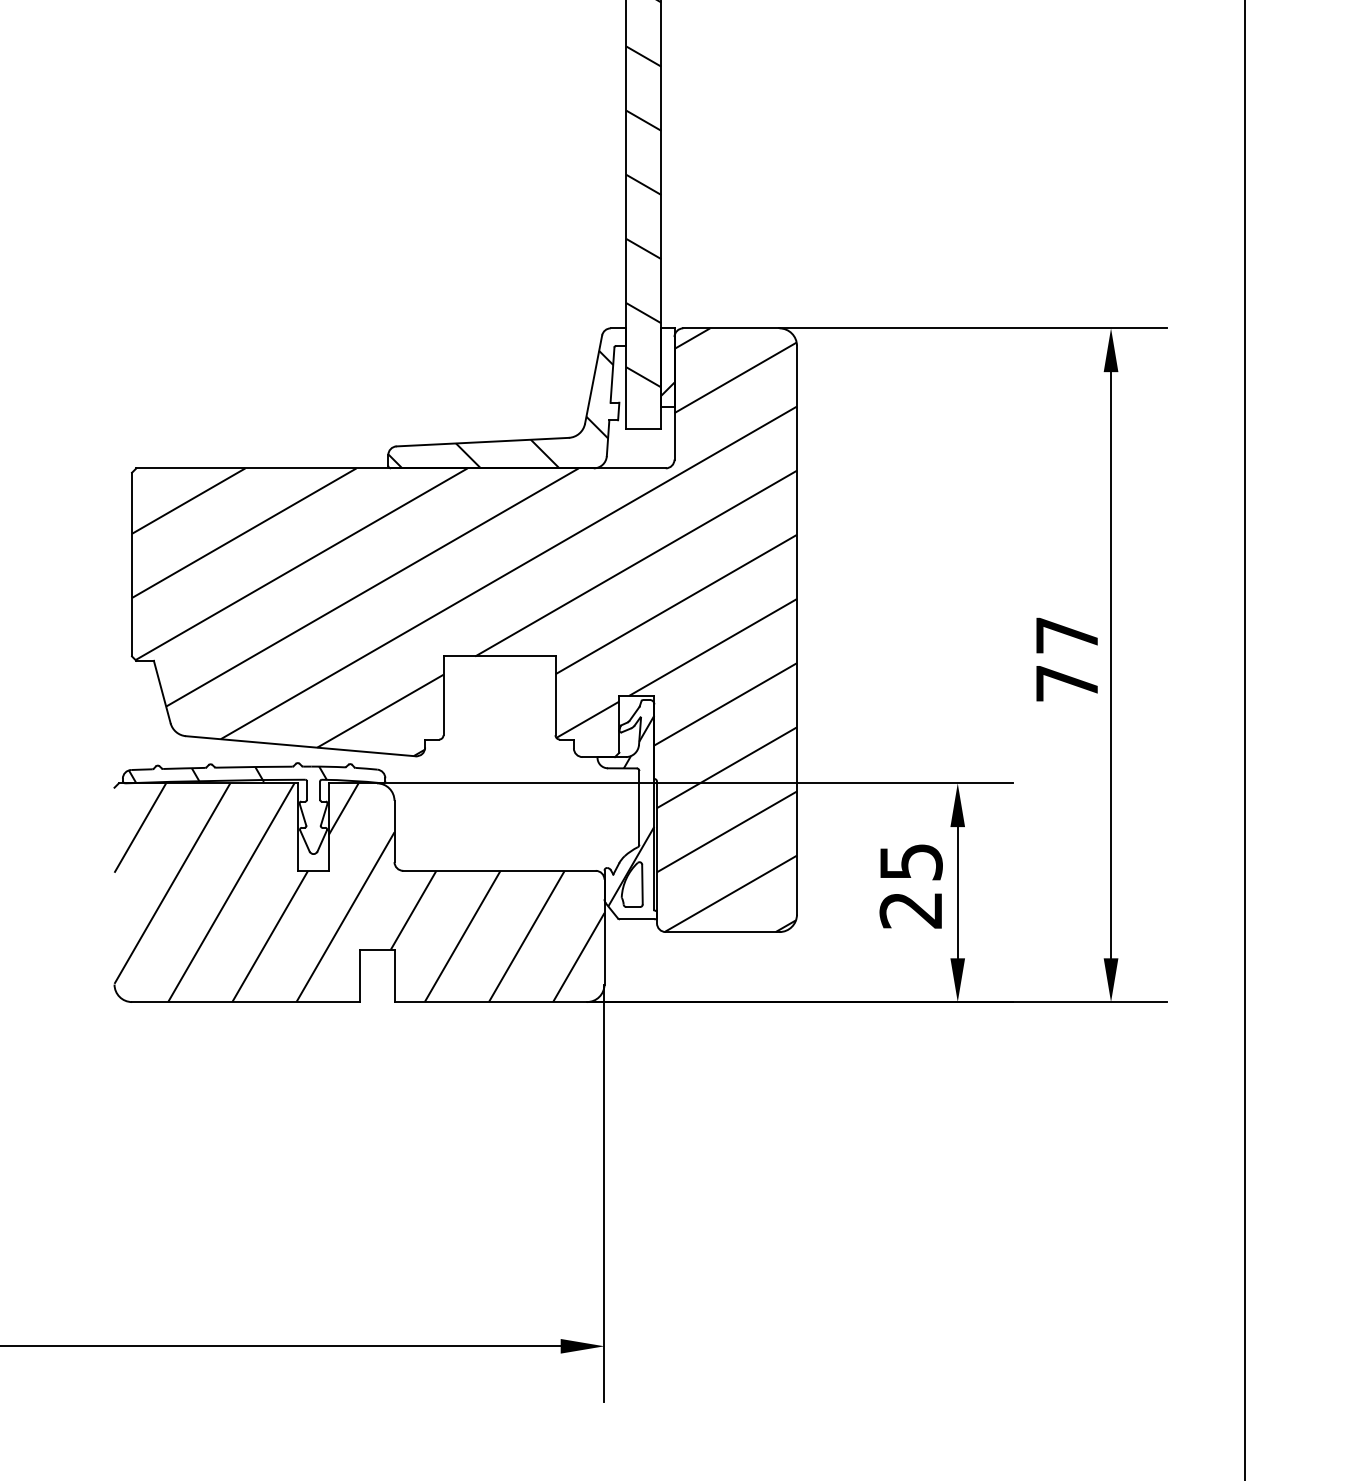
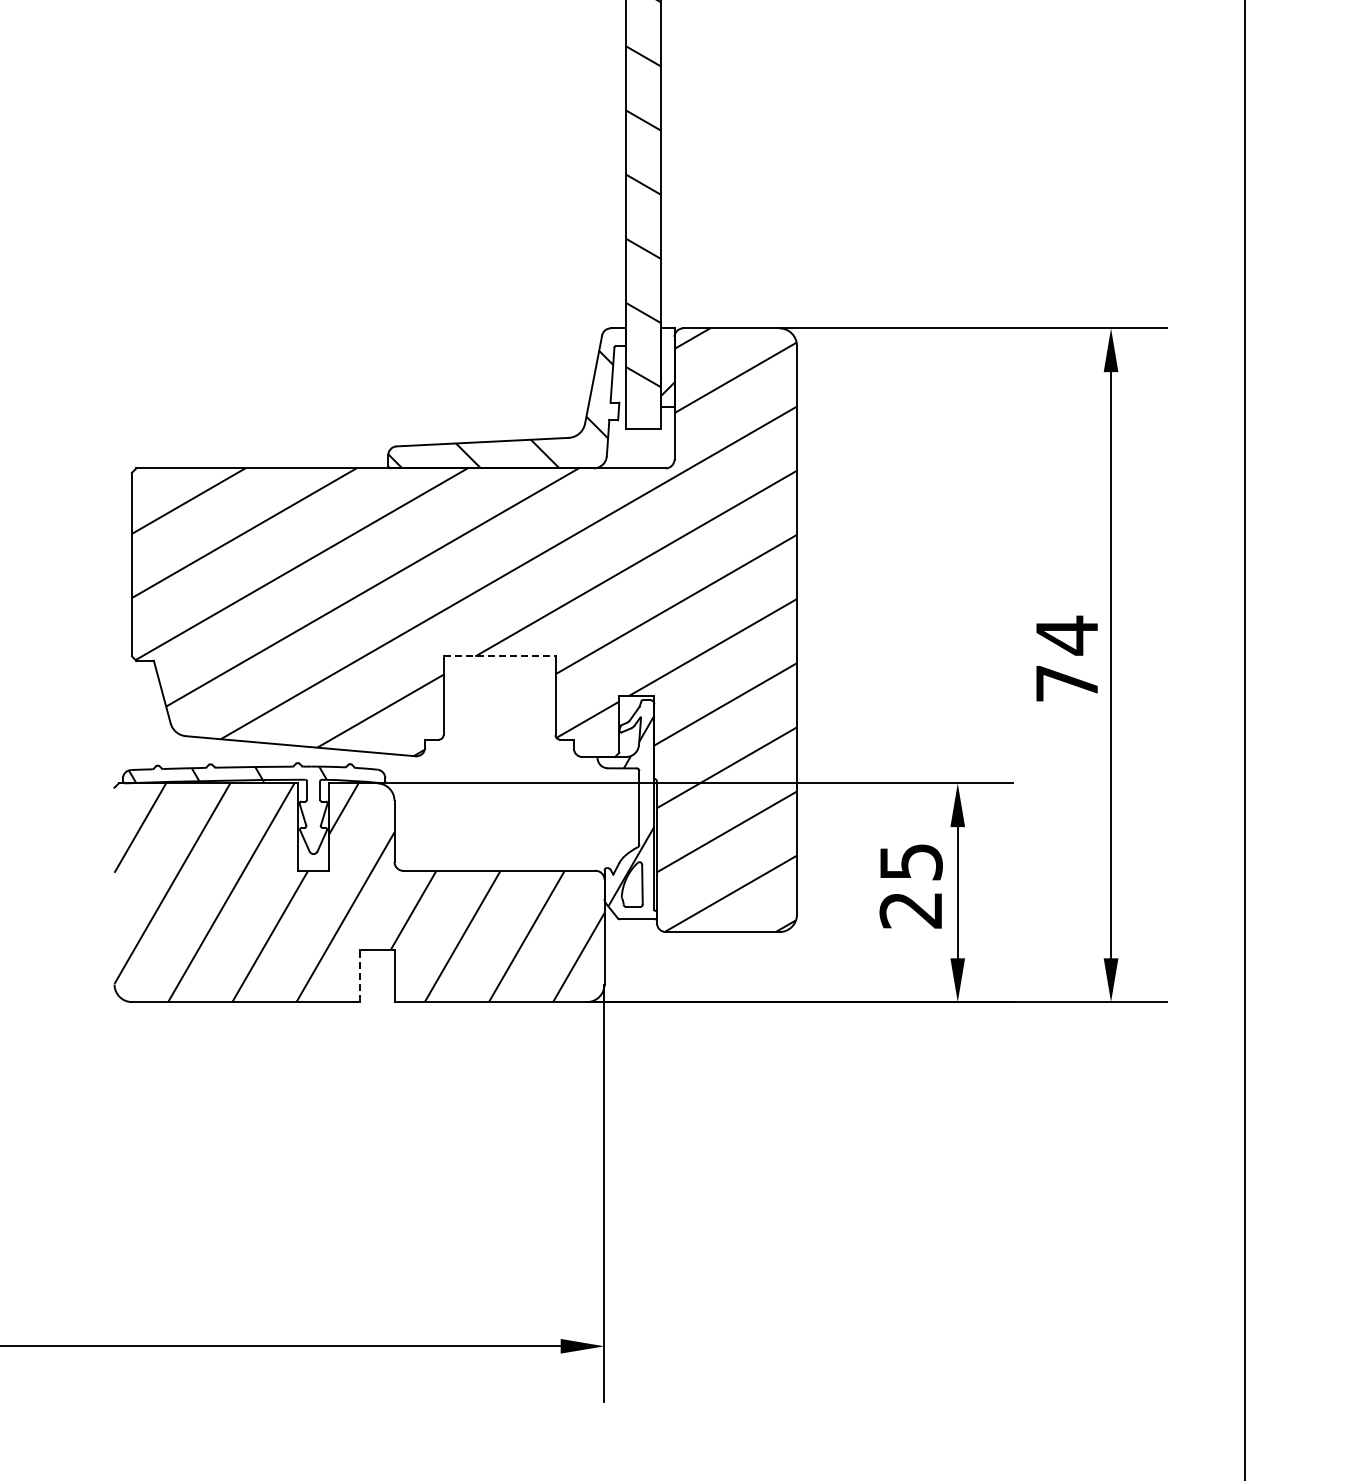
text at (1066, 635): 77 -> 74
line at (499, 656): solid -> dashed
line at (359, 975): solid -> dashed
